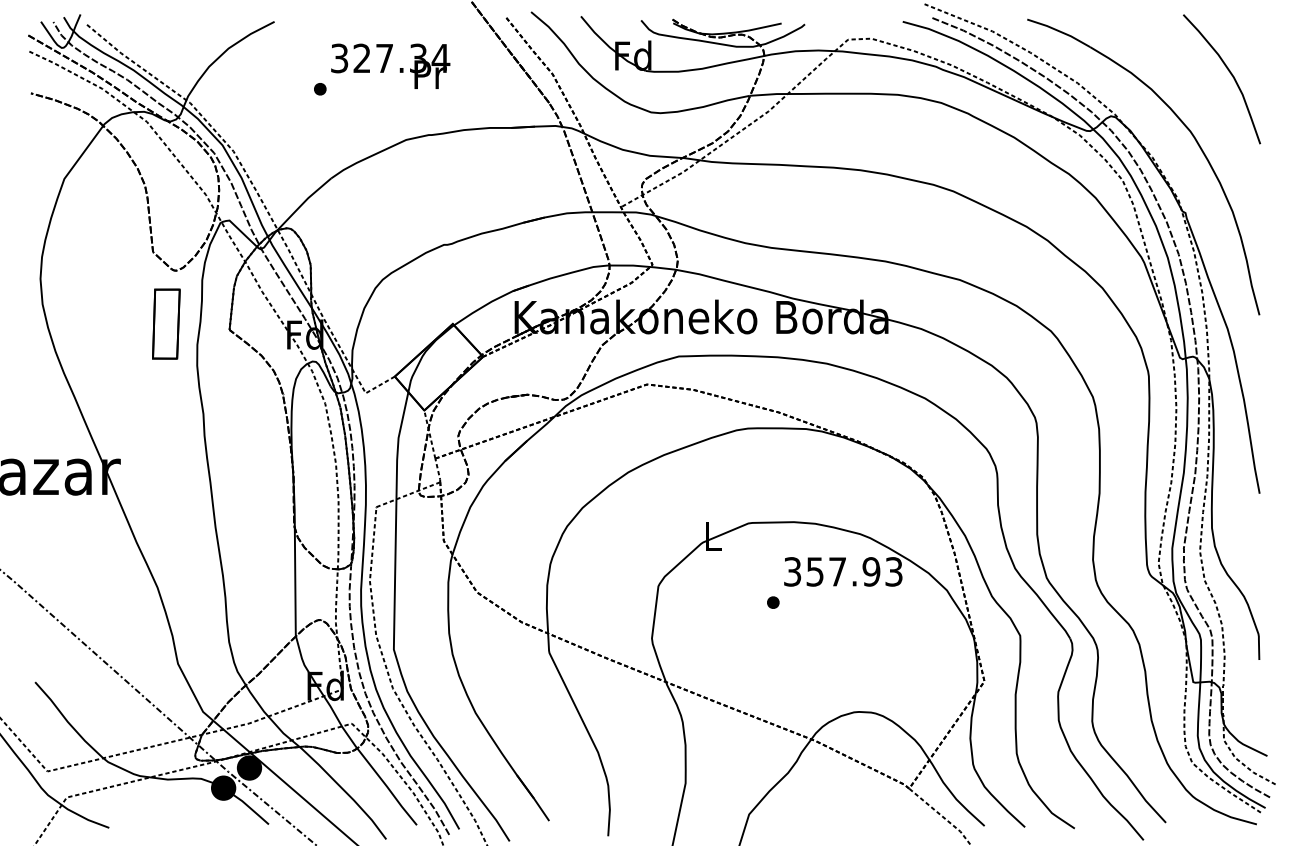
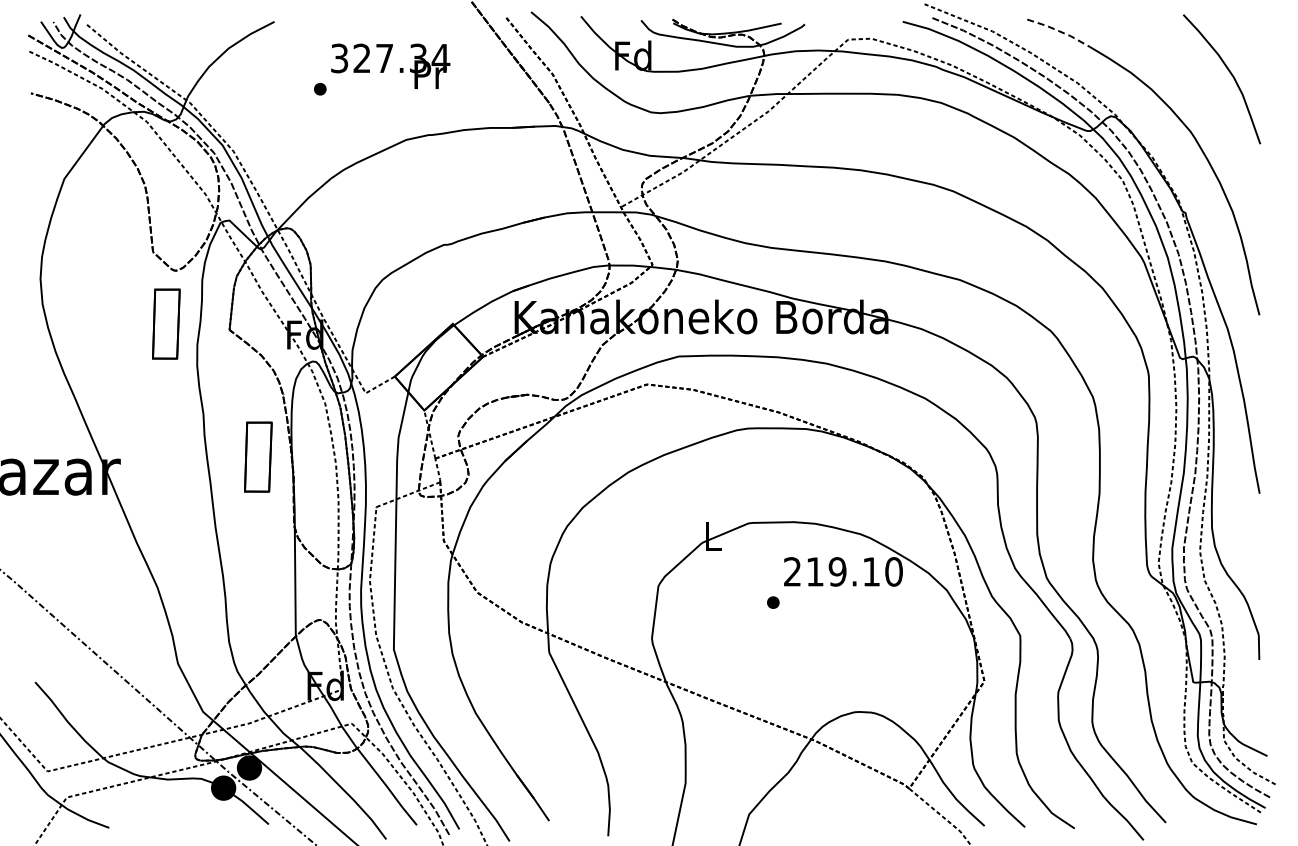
line at (1060, 31): solid -> dashed
part at (258, 456): none -> present
text at (843, 571): 357.93 -> 219.10
